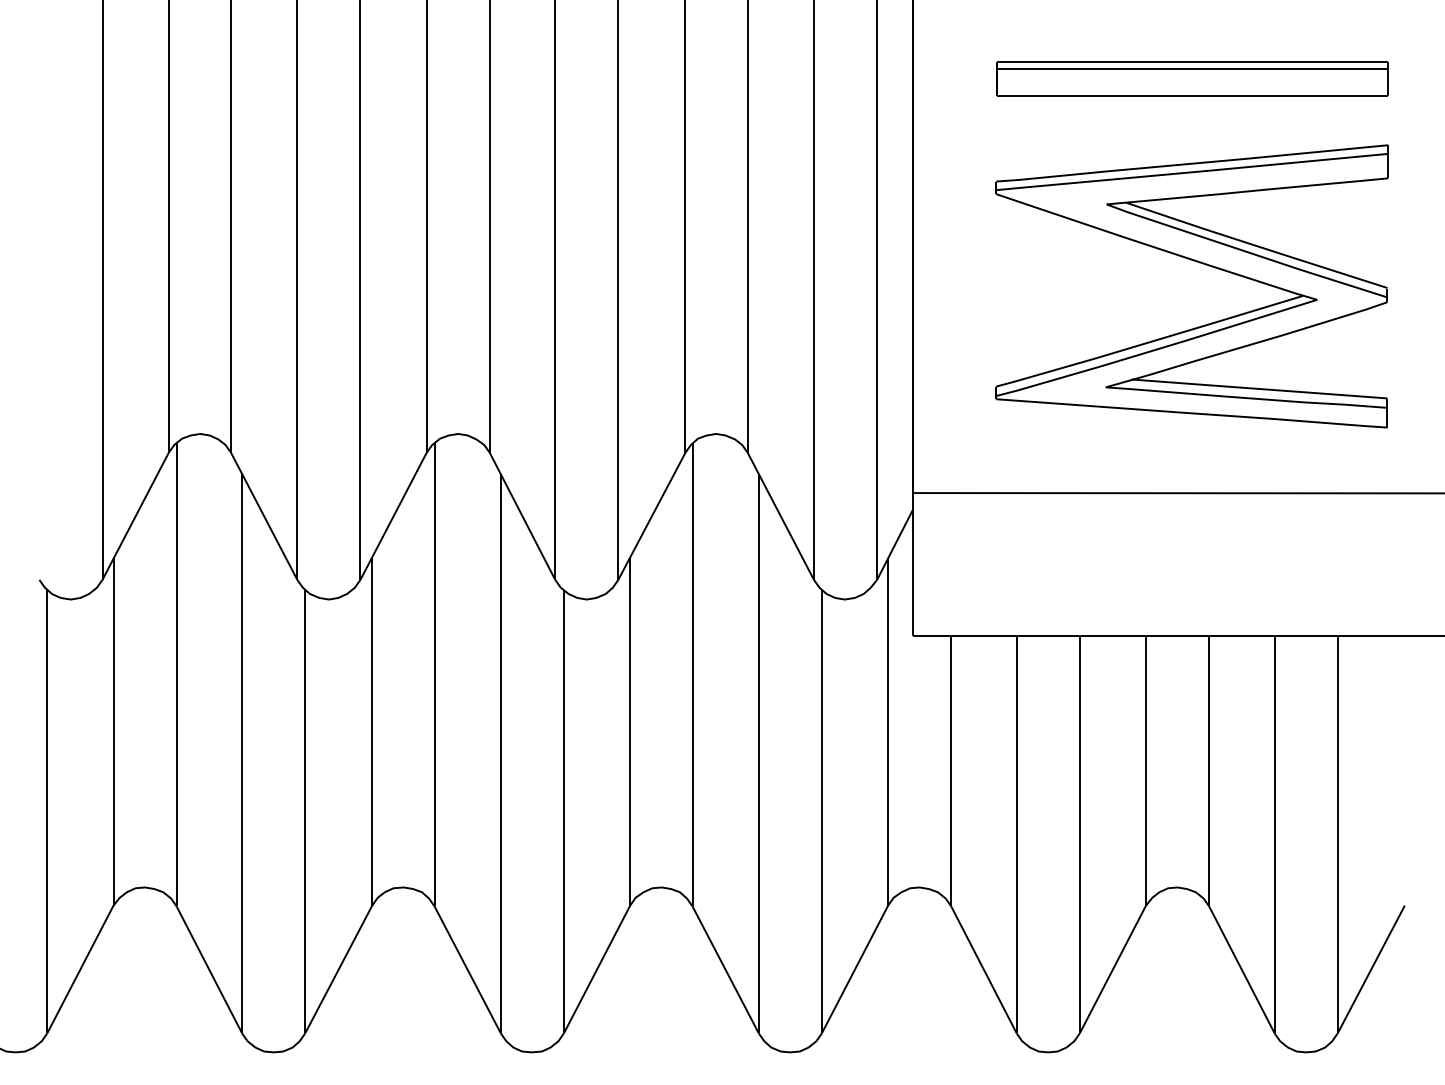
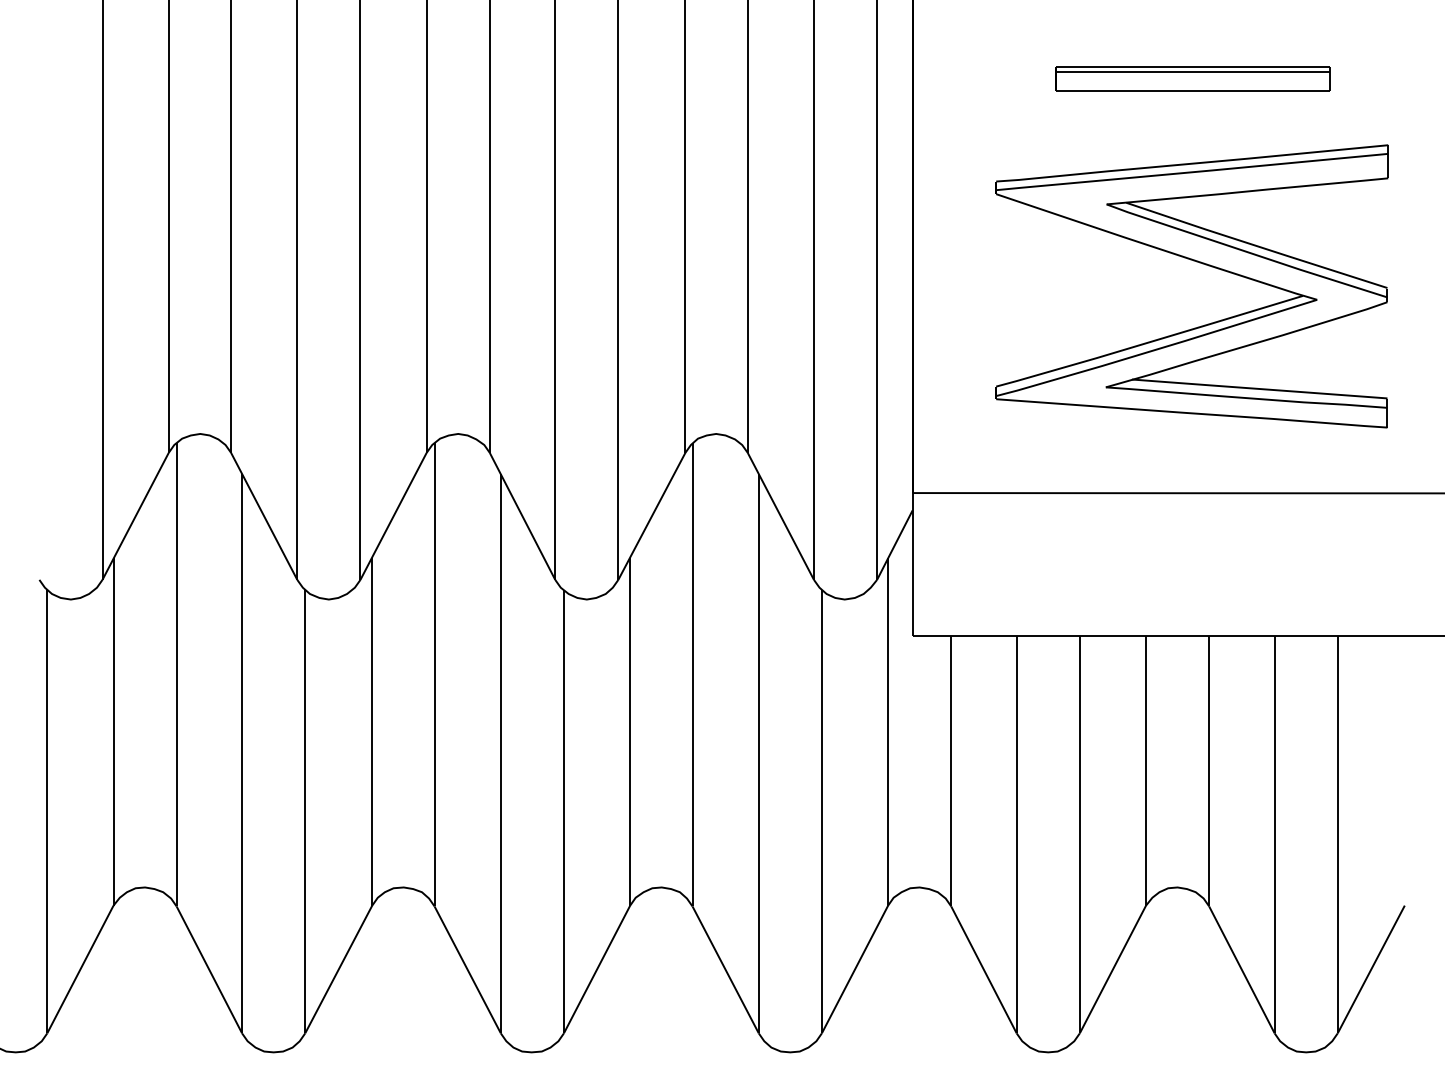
part at (1192, 78) size: 393x36 px -> 276x26 px
